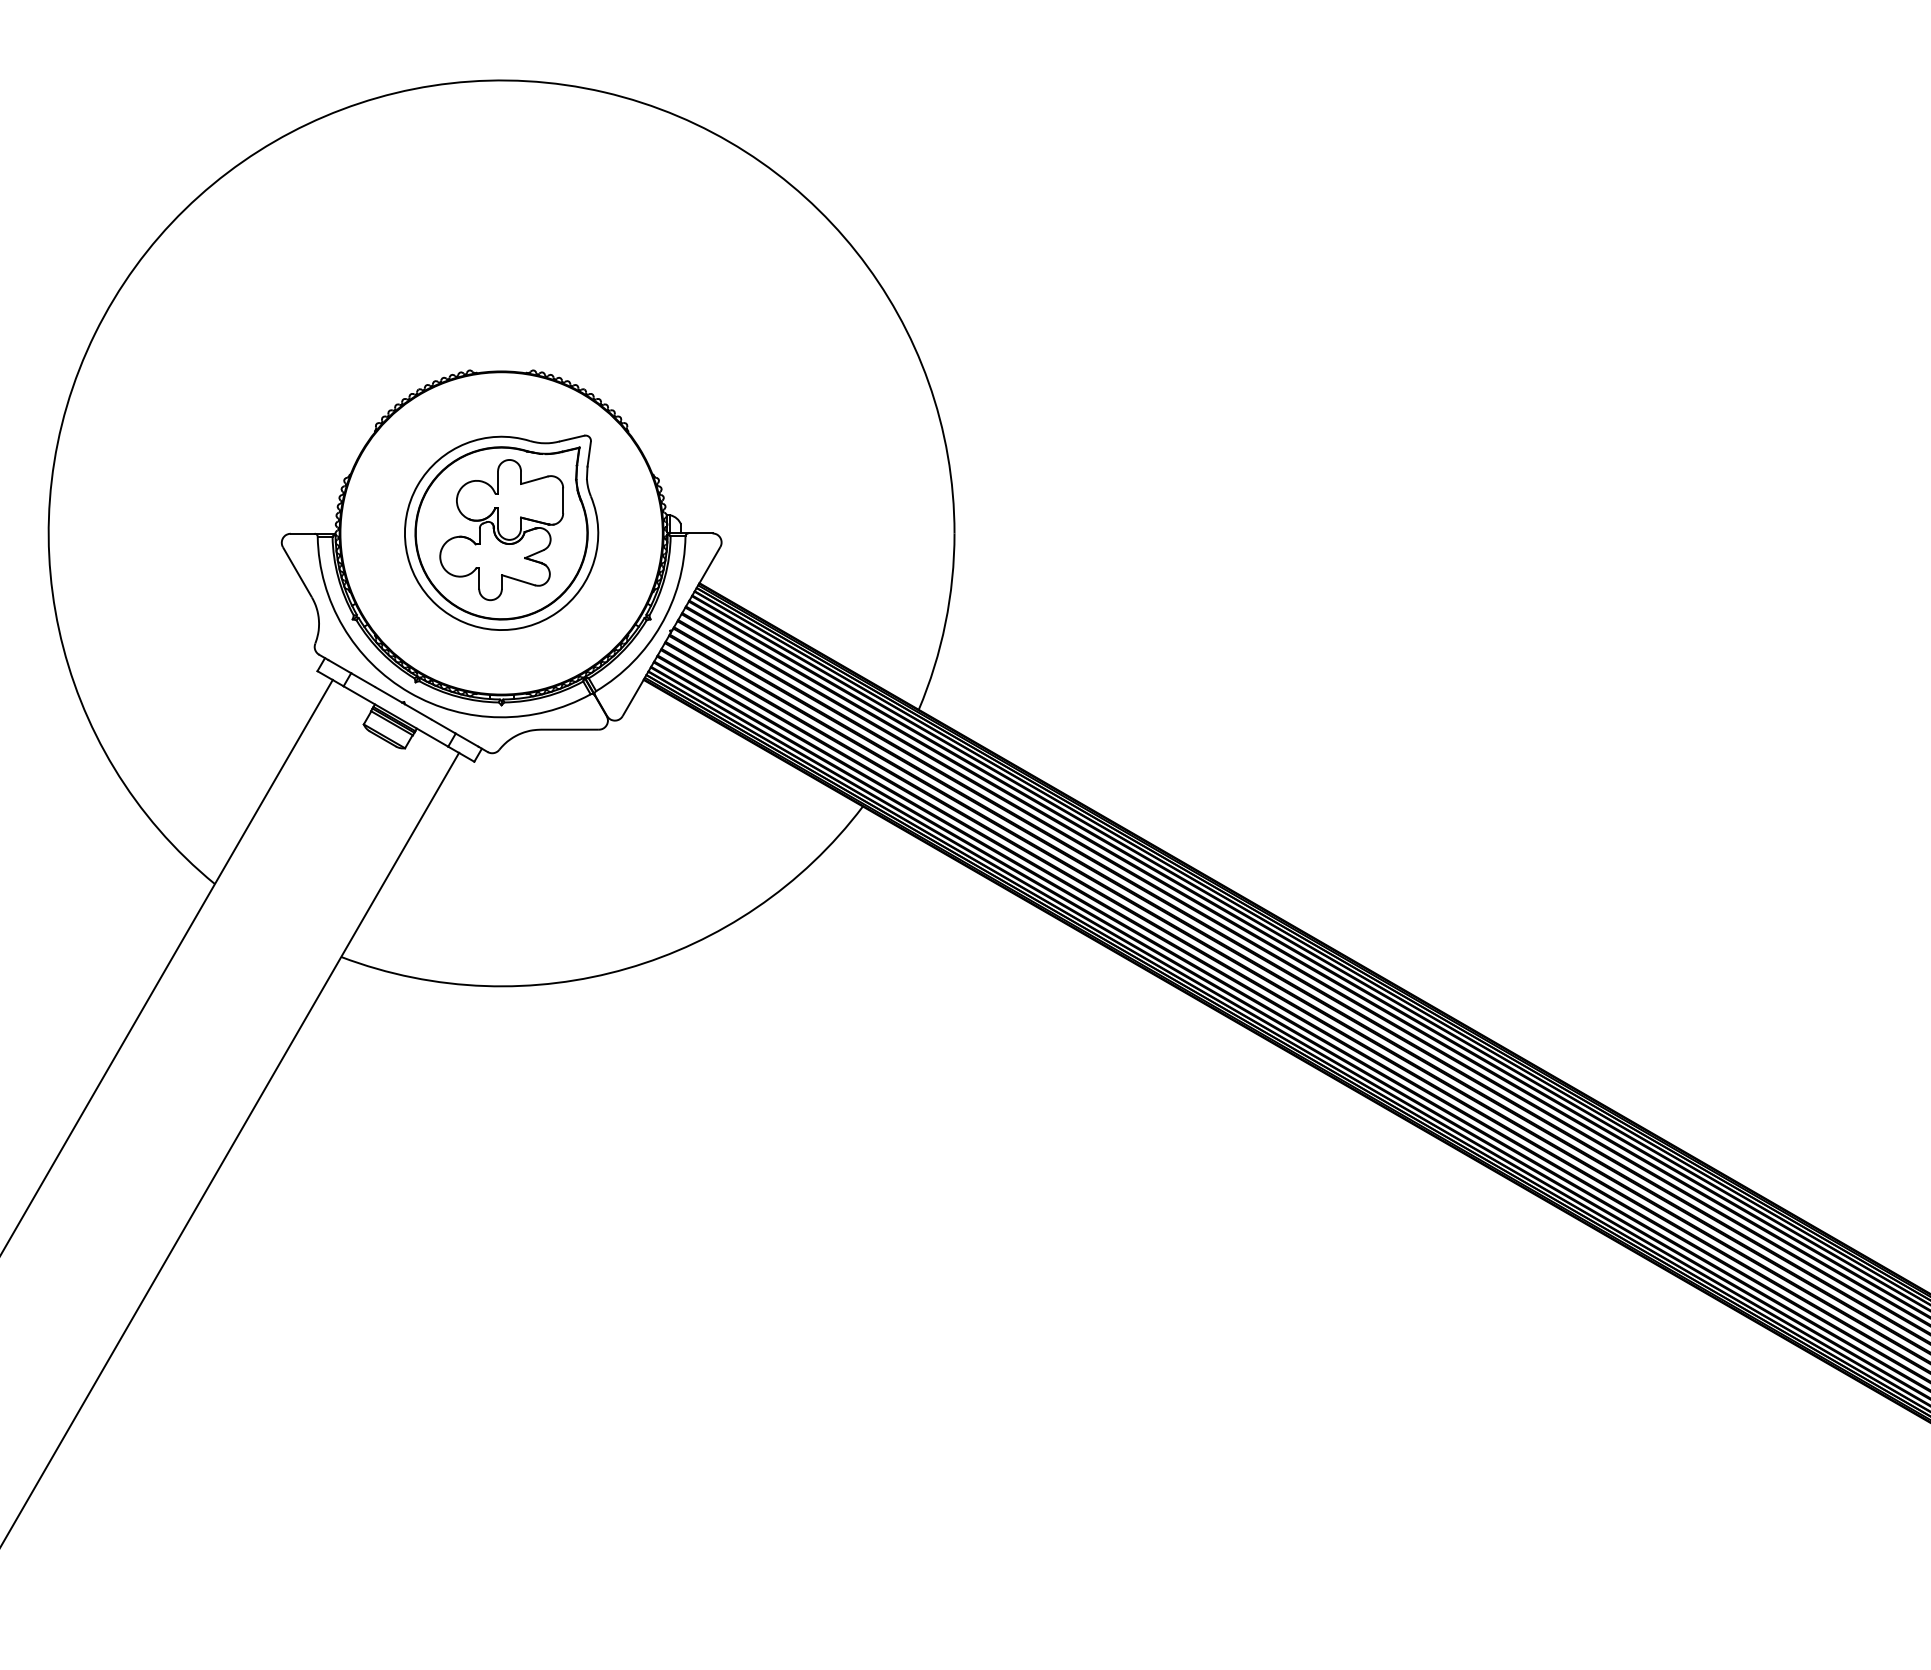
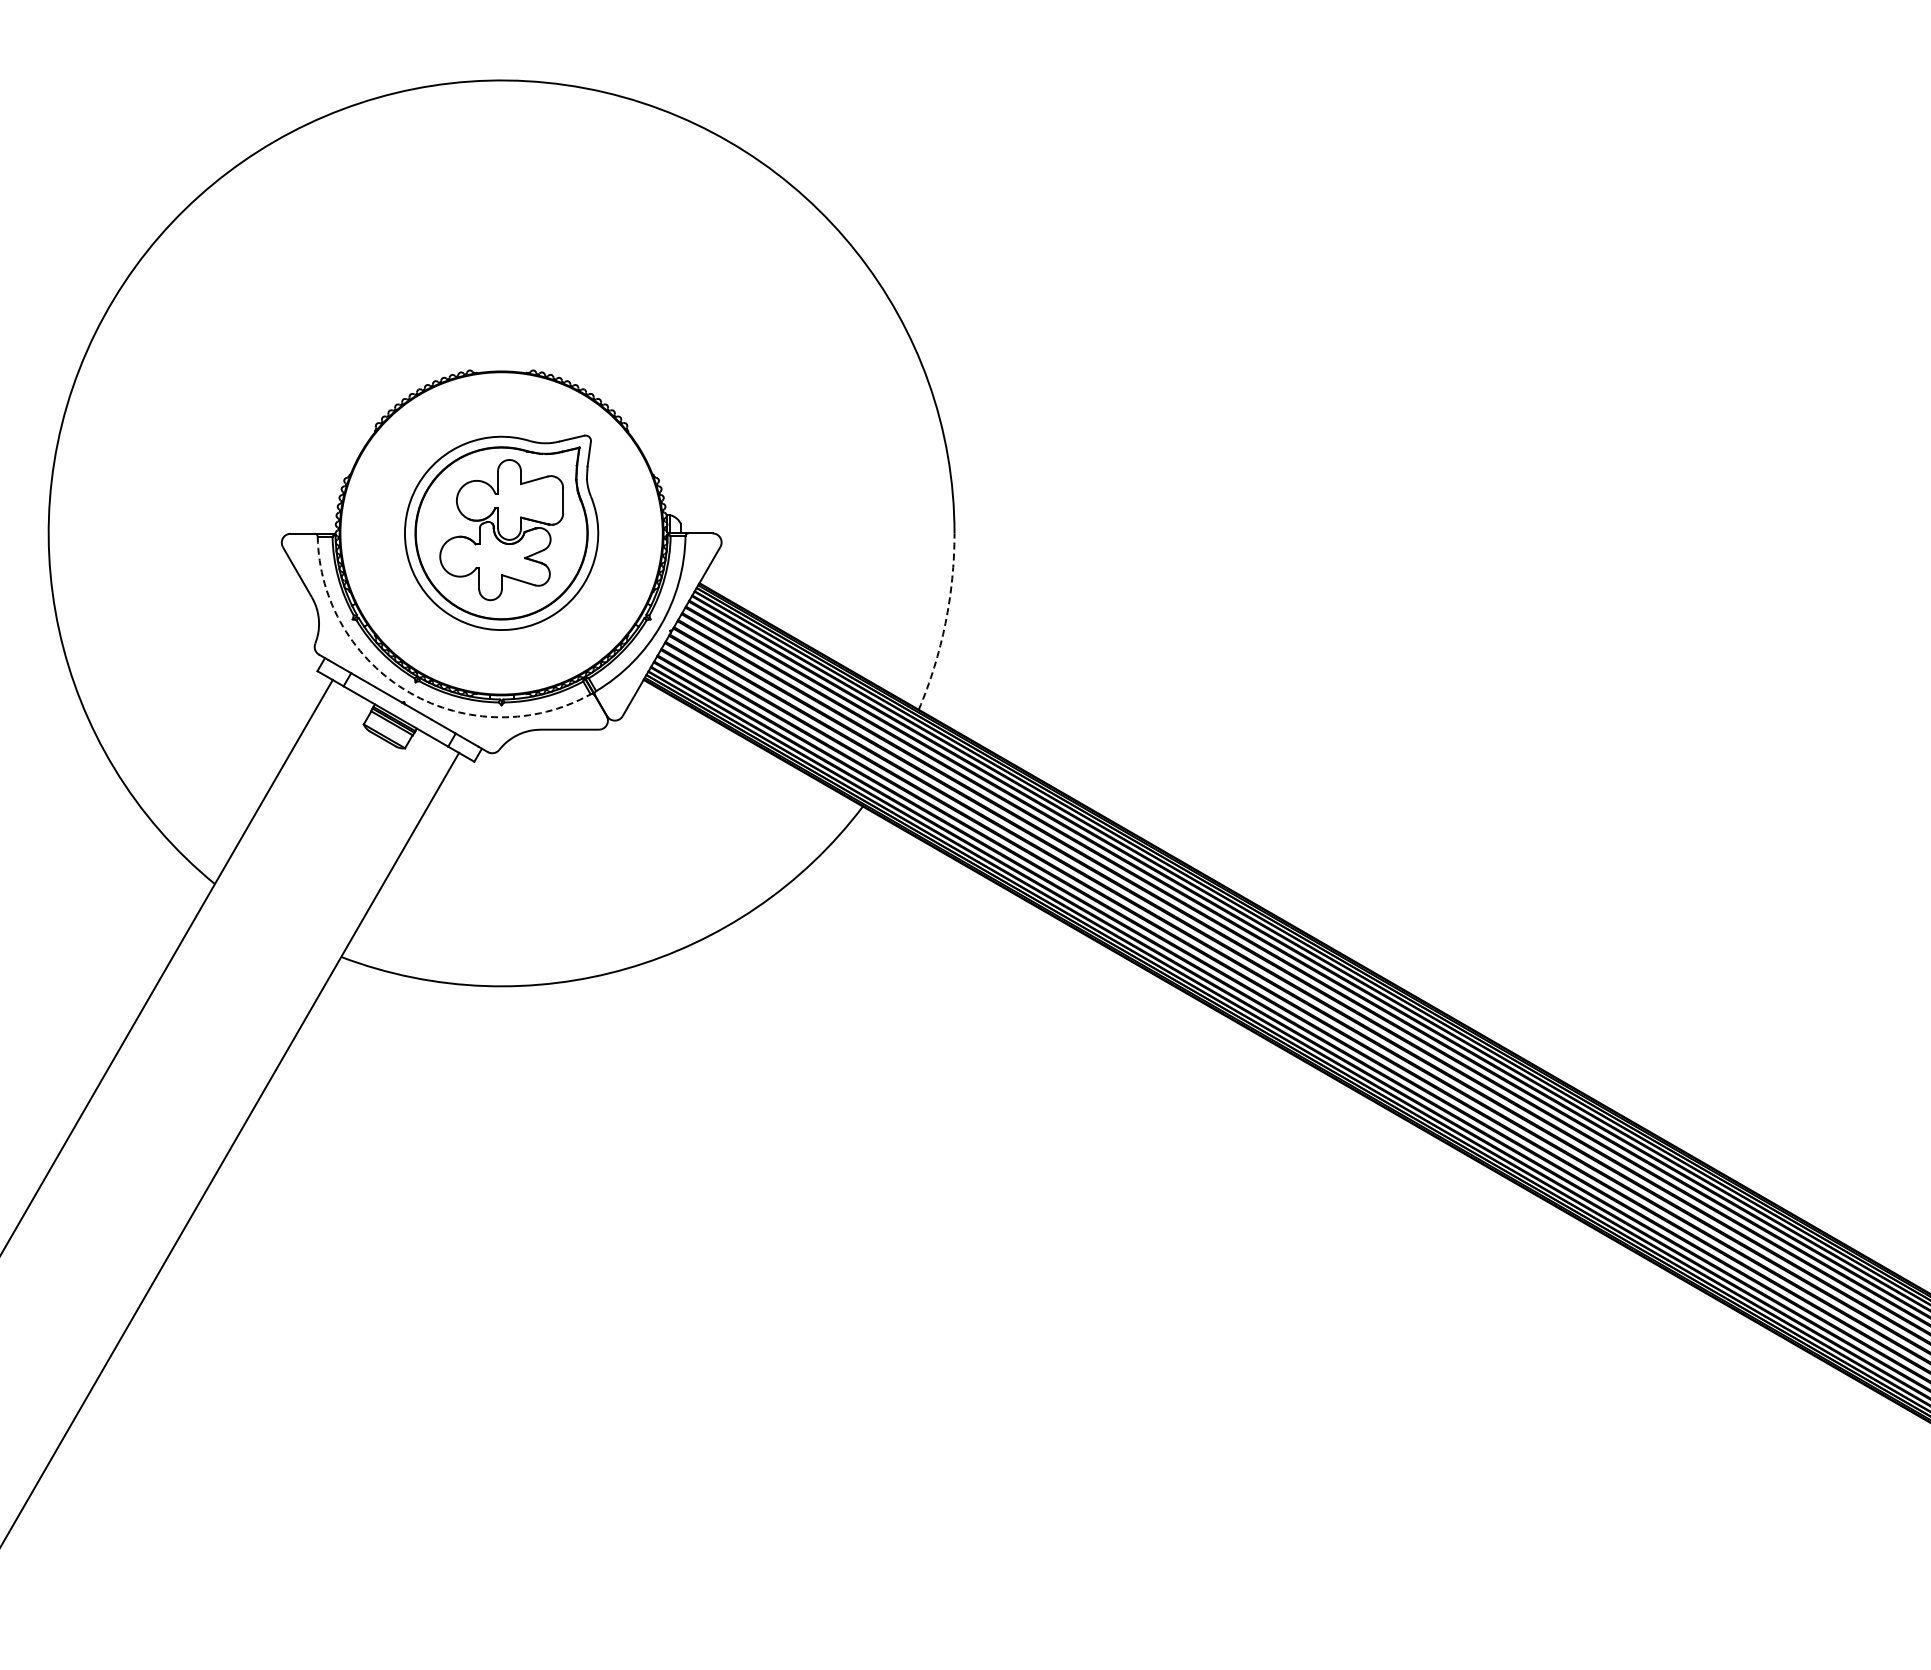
arc at (945, 623): solid -> dashed
arc at (409, 692): solid -> dashed
